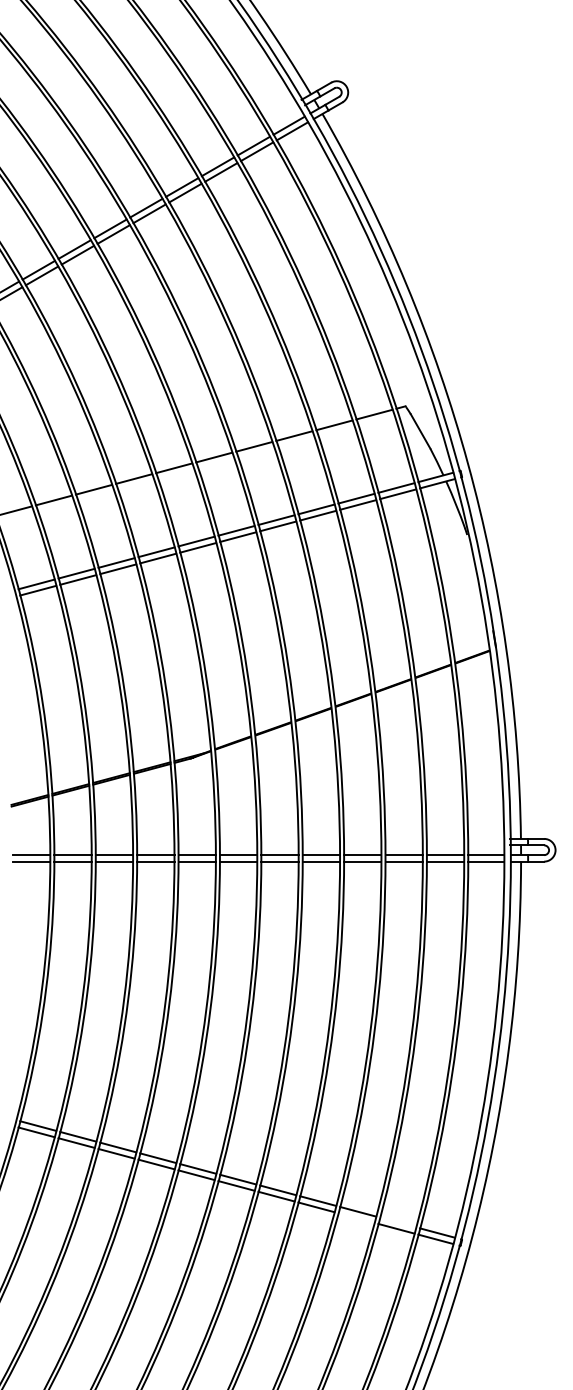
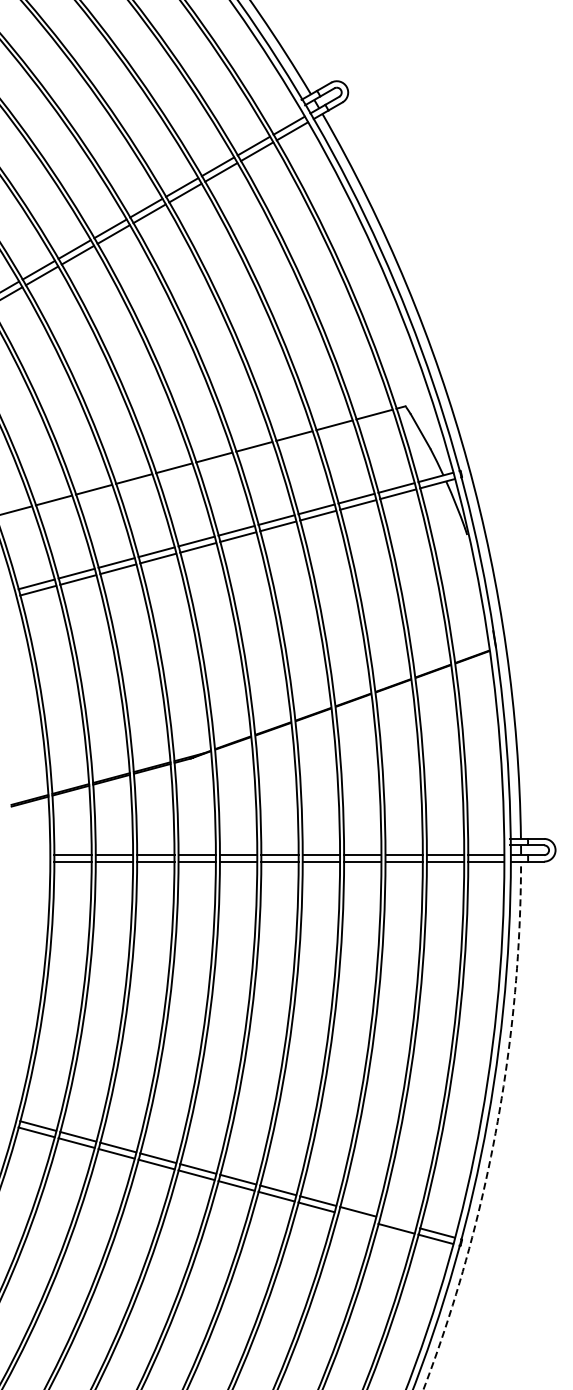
line at (31, 855): present -> none
line at (31, 861): present -> none
arc at (495, 1130): solid -> dashed
